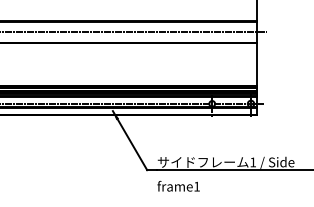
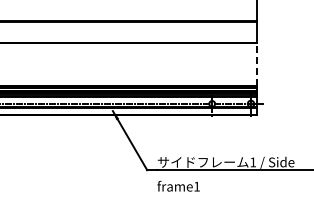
line at (134, 32): present -> none
line at (257, 64): solid -> dashed
